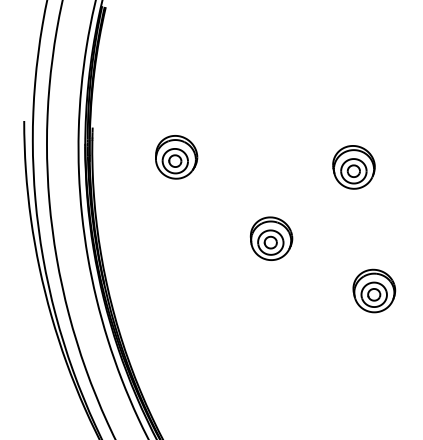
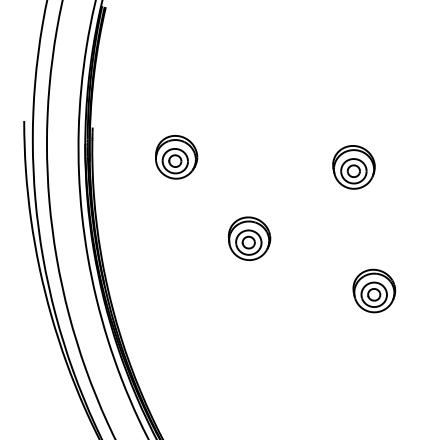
part at (271, 238) position: (271, 238) -> (249, 238)
